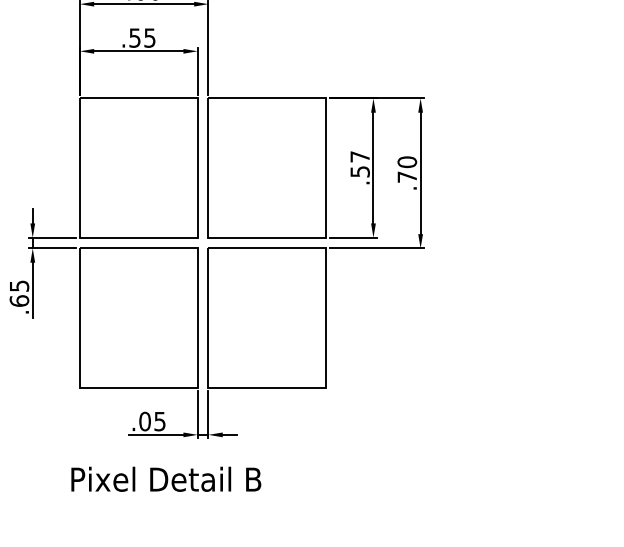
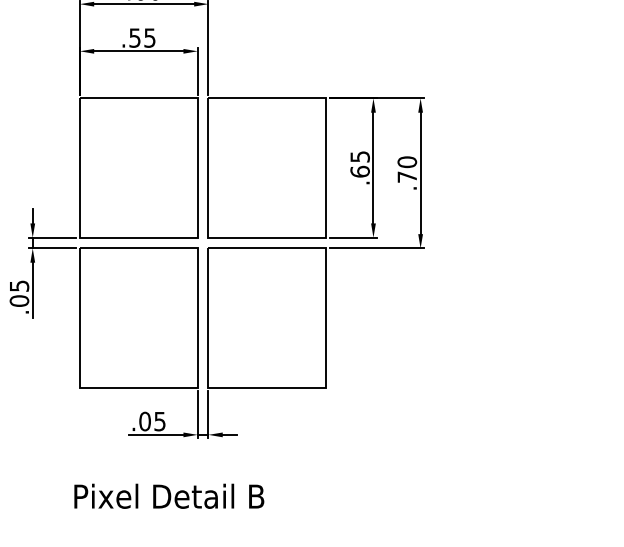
text at (359, 164): .57 -> .65
text at (18, 300): .65 -> .05
text at (166, 478) position: (166, 478) -> (169, 495)
